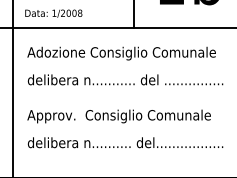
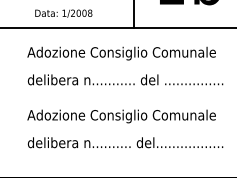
text at (53, 13) position: (53, 13) -> (63, 13)
line at (12, 88): present -> none
text at (125, 116): Approv.  Consiglio Comunale -> Adozione Consiglio Comunale
